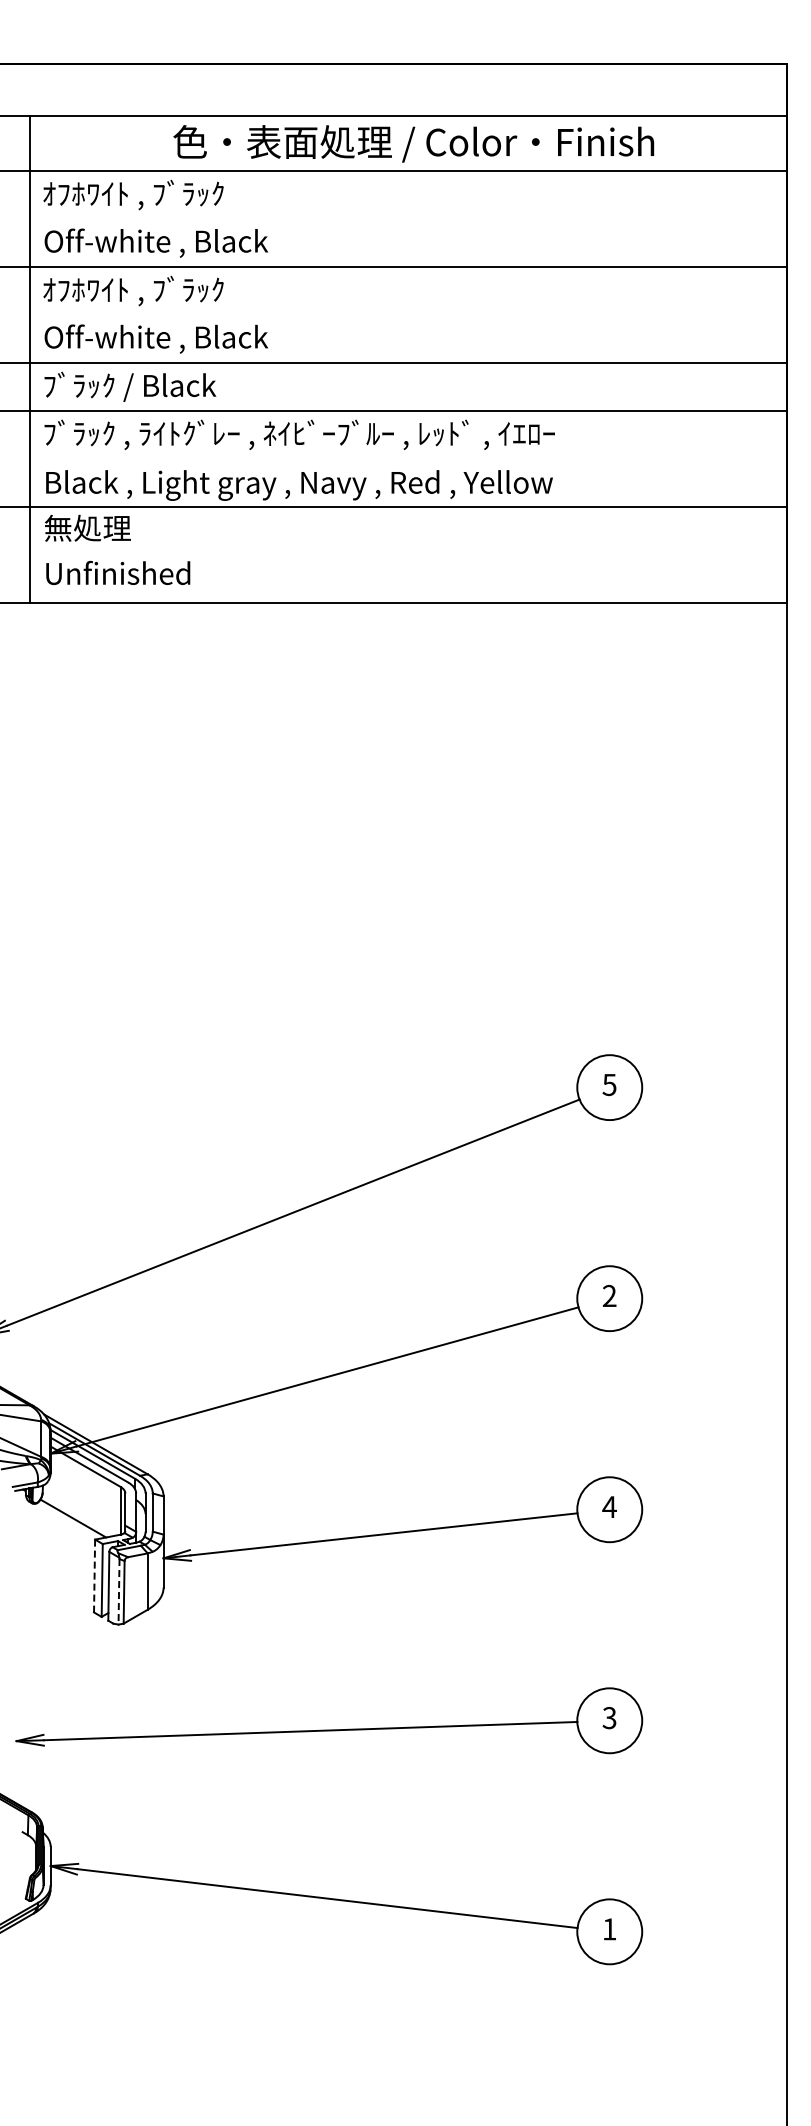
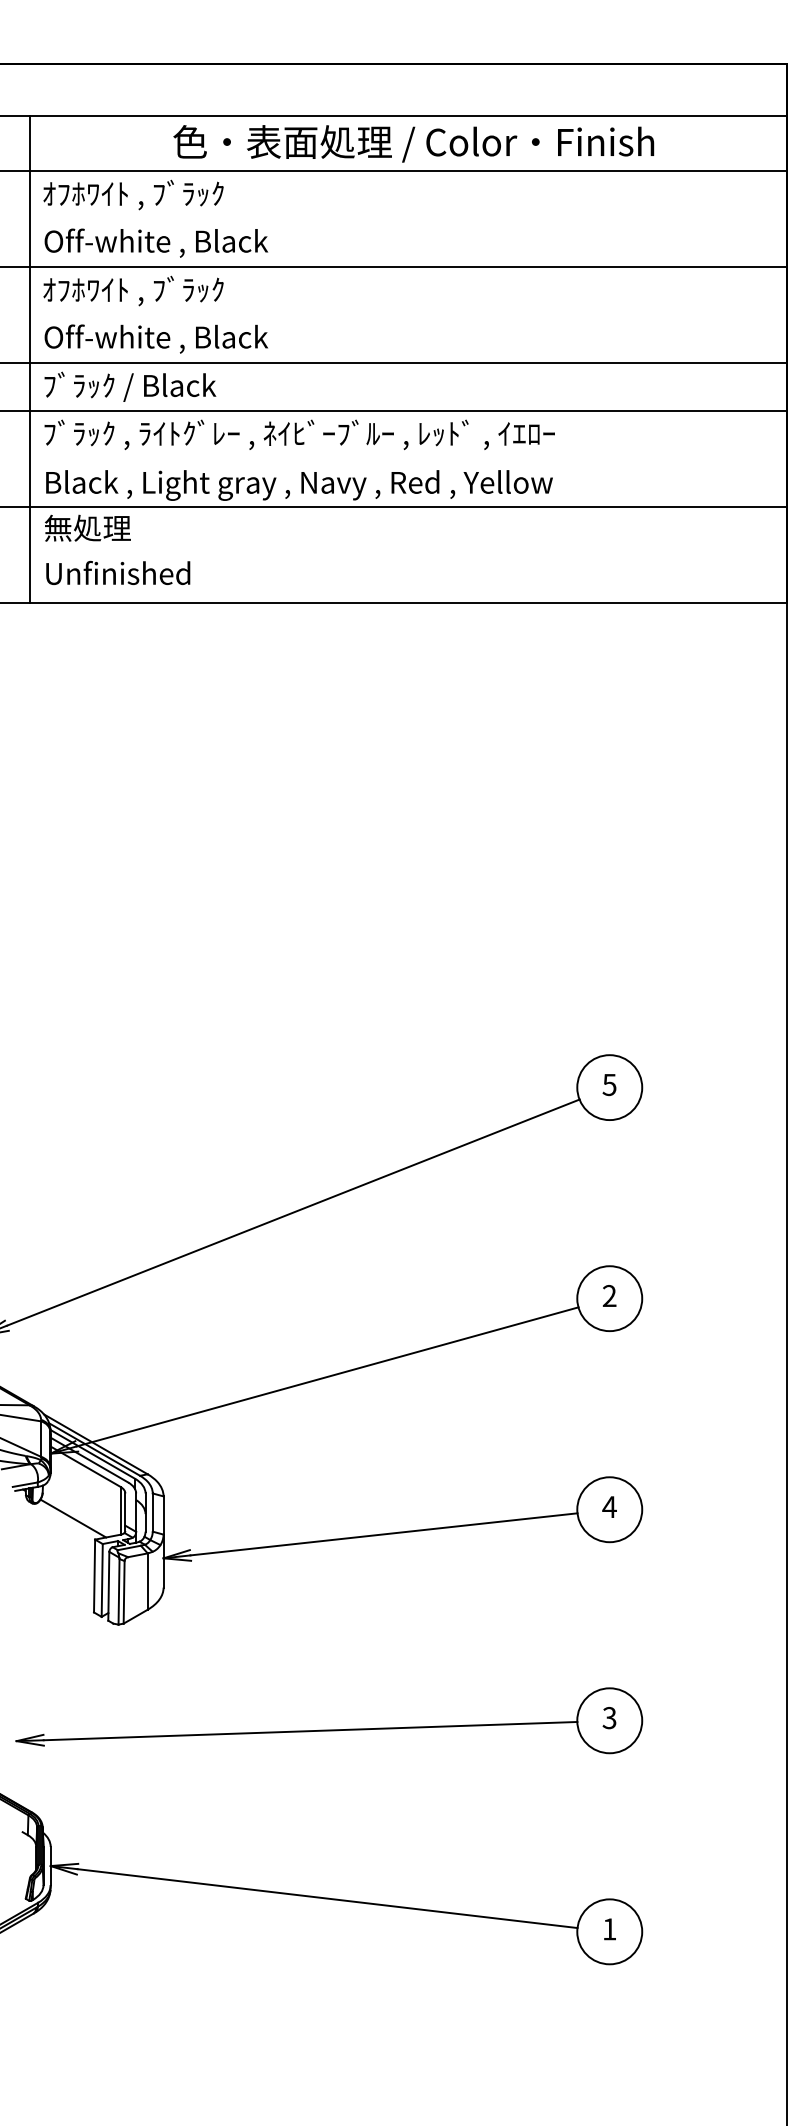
line at (94, 1576): dashed -> solid
line at (119, 1591): dashed -> solid
